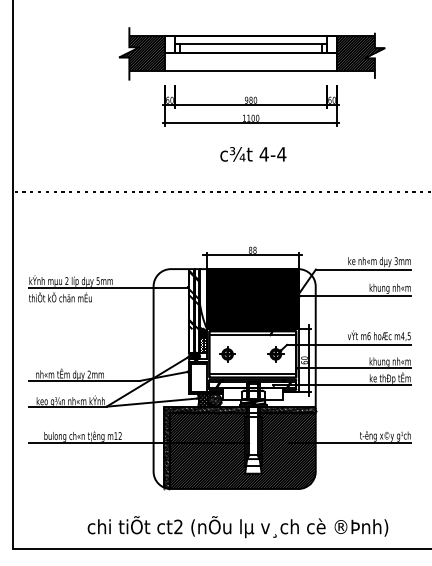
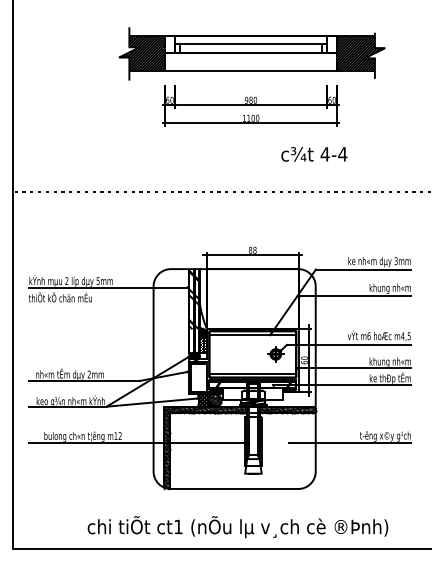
text at (253, 154) position: (253, 154) -> (314, 154)
fill at (252, 299): present -> none
part at (227, 354): present -> none
hatch at (242, 450): present -> none
text at (178, 526): ct2 -> ct1
